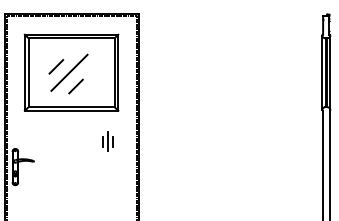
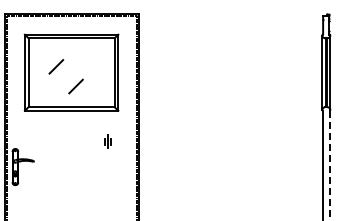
line at (69, 72): present -> none
part at (107, 141) size: 12x21 px -> 8x15 px
line at (329, 165): solid -> dashed
